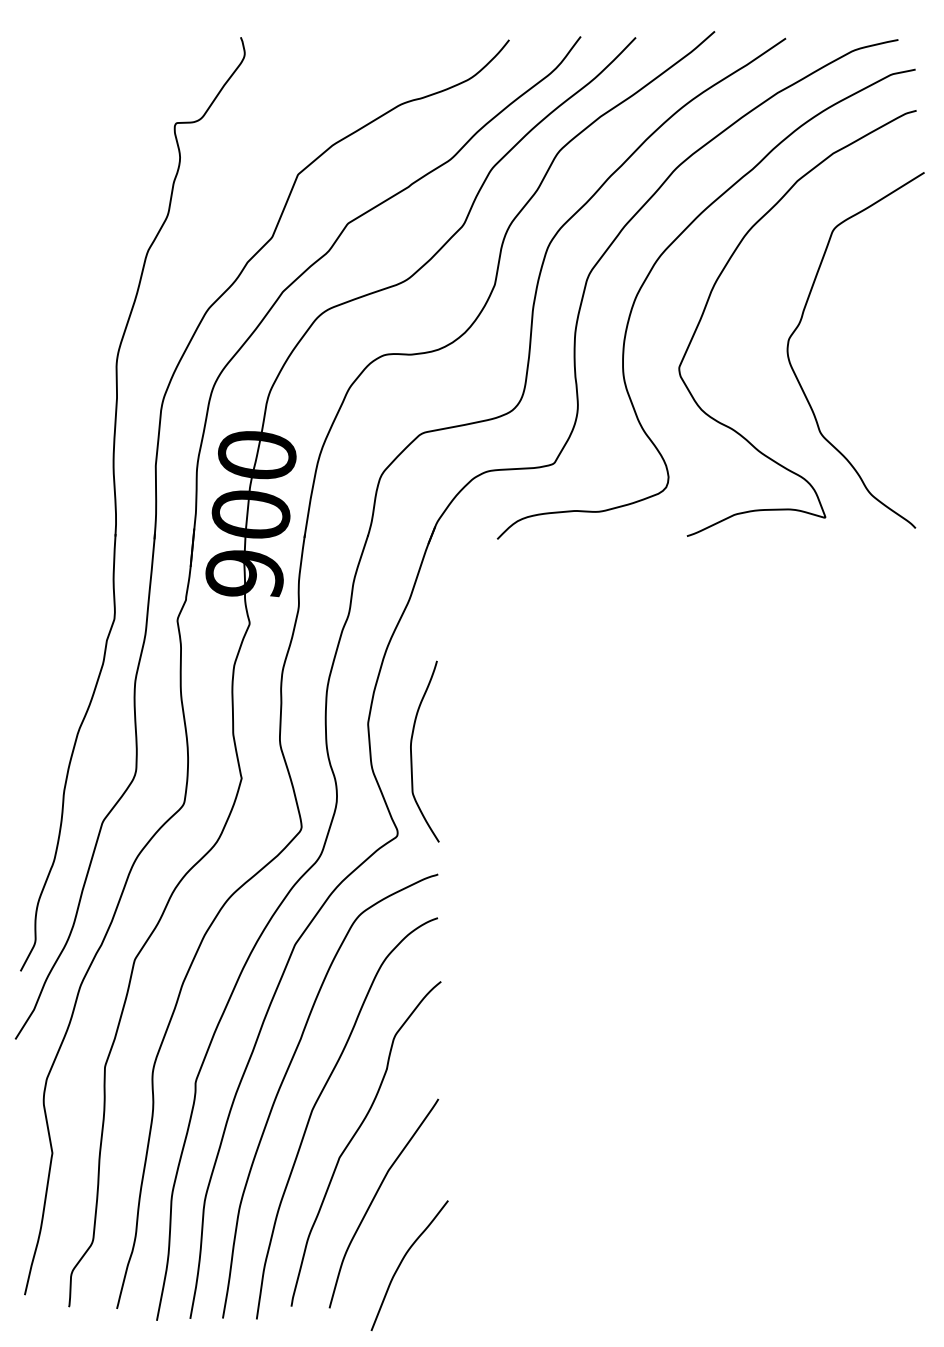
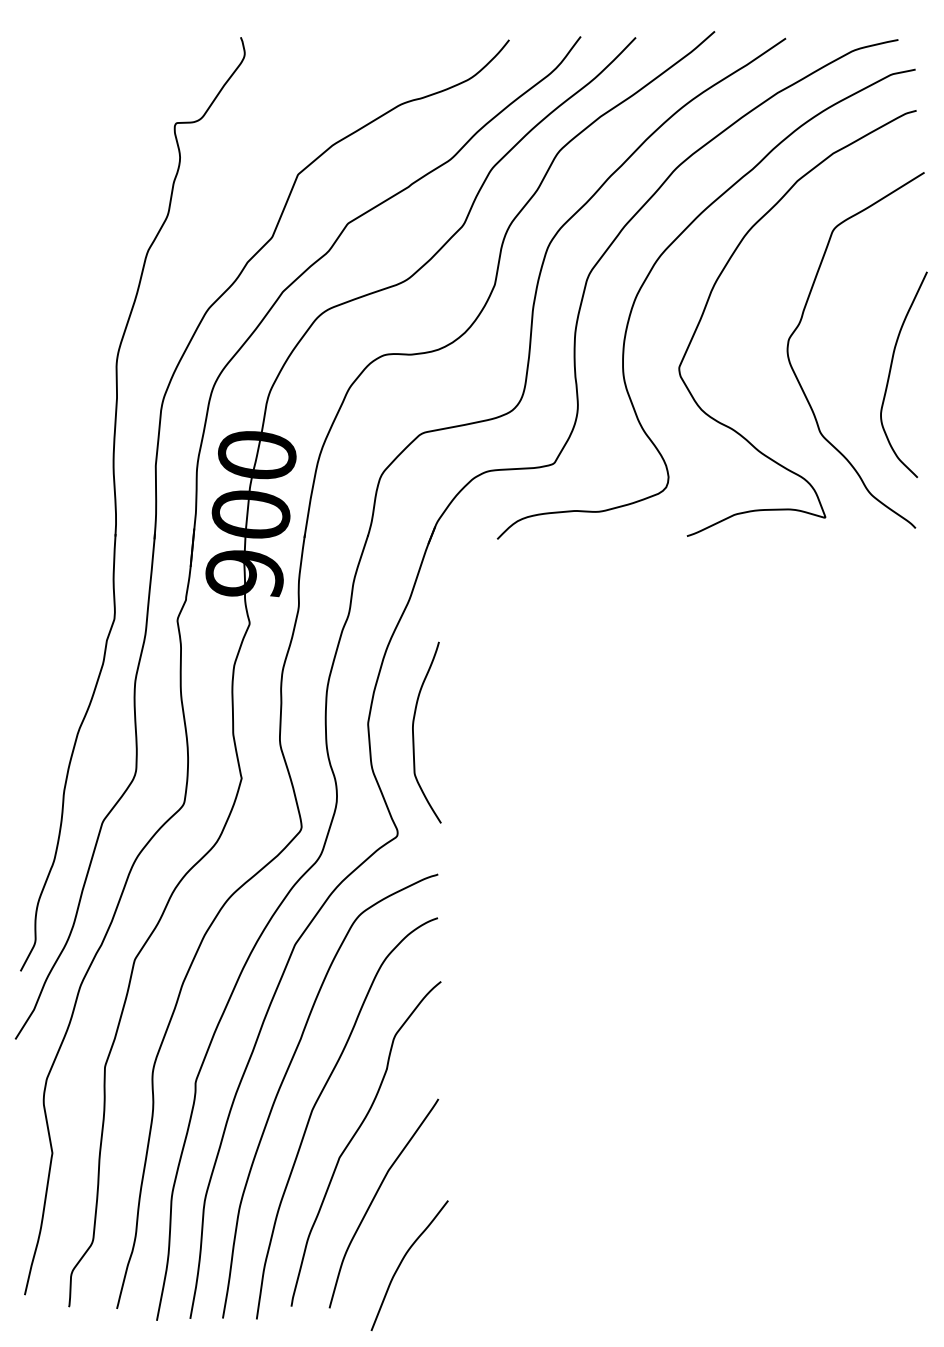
curve at (891, 370): none -> present
curve at (412, 755) position: (412, 755) -> (414, 736)
